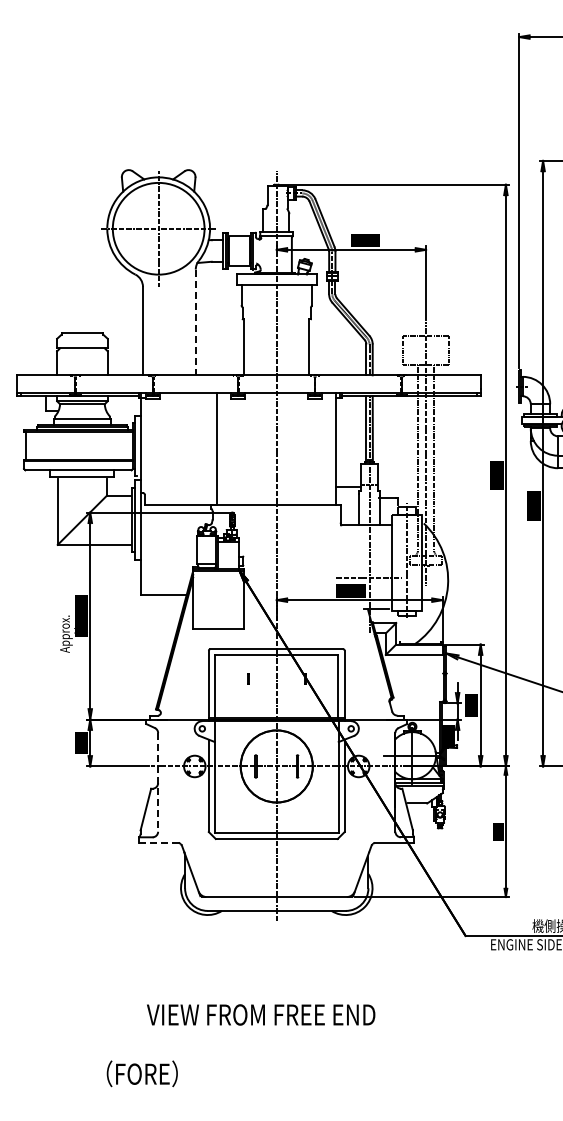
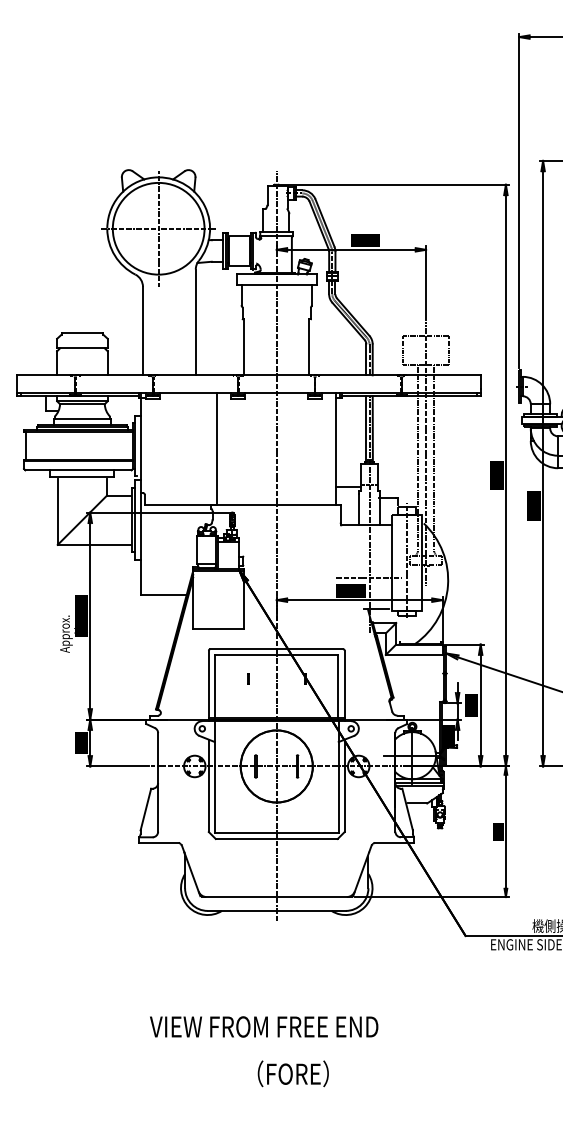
line at (195, 322): dashed -> solid
line at (158, 782): dashed -> solid
line at (159, 842): dashed -> solid
text at (261, 1014) position: (261, 1014) -> (264, 1026)
text at (141, 1073) position: (141, 1073) -> (292, 1073)
